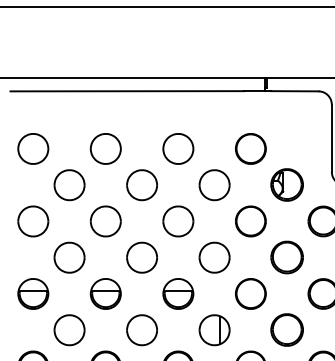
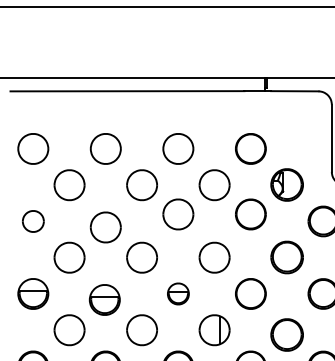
part at (33, 221) size: 33x33 px -> 23x23 px
part at (105, 221) position: (105, 221) -> (105, 227)
part at (178, 221) position: (178, 221) -> (178, 214)
part at (250, 221) position: (250, 221) -> (250, 214)
part at (105, 293) position: (105, 293) -> (104, 299)
part at (178, 293) size: 33x32 px -> 23x24 px
part at (286, 329) position: (286, 329) -> (286, 334)
